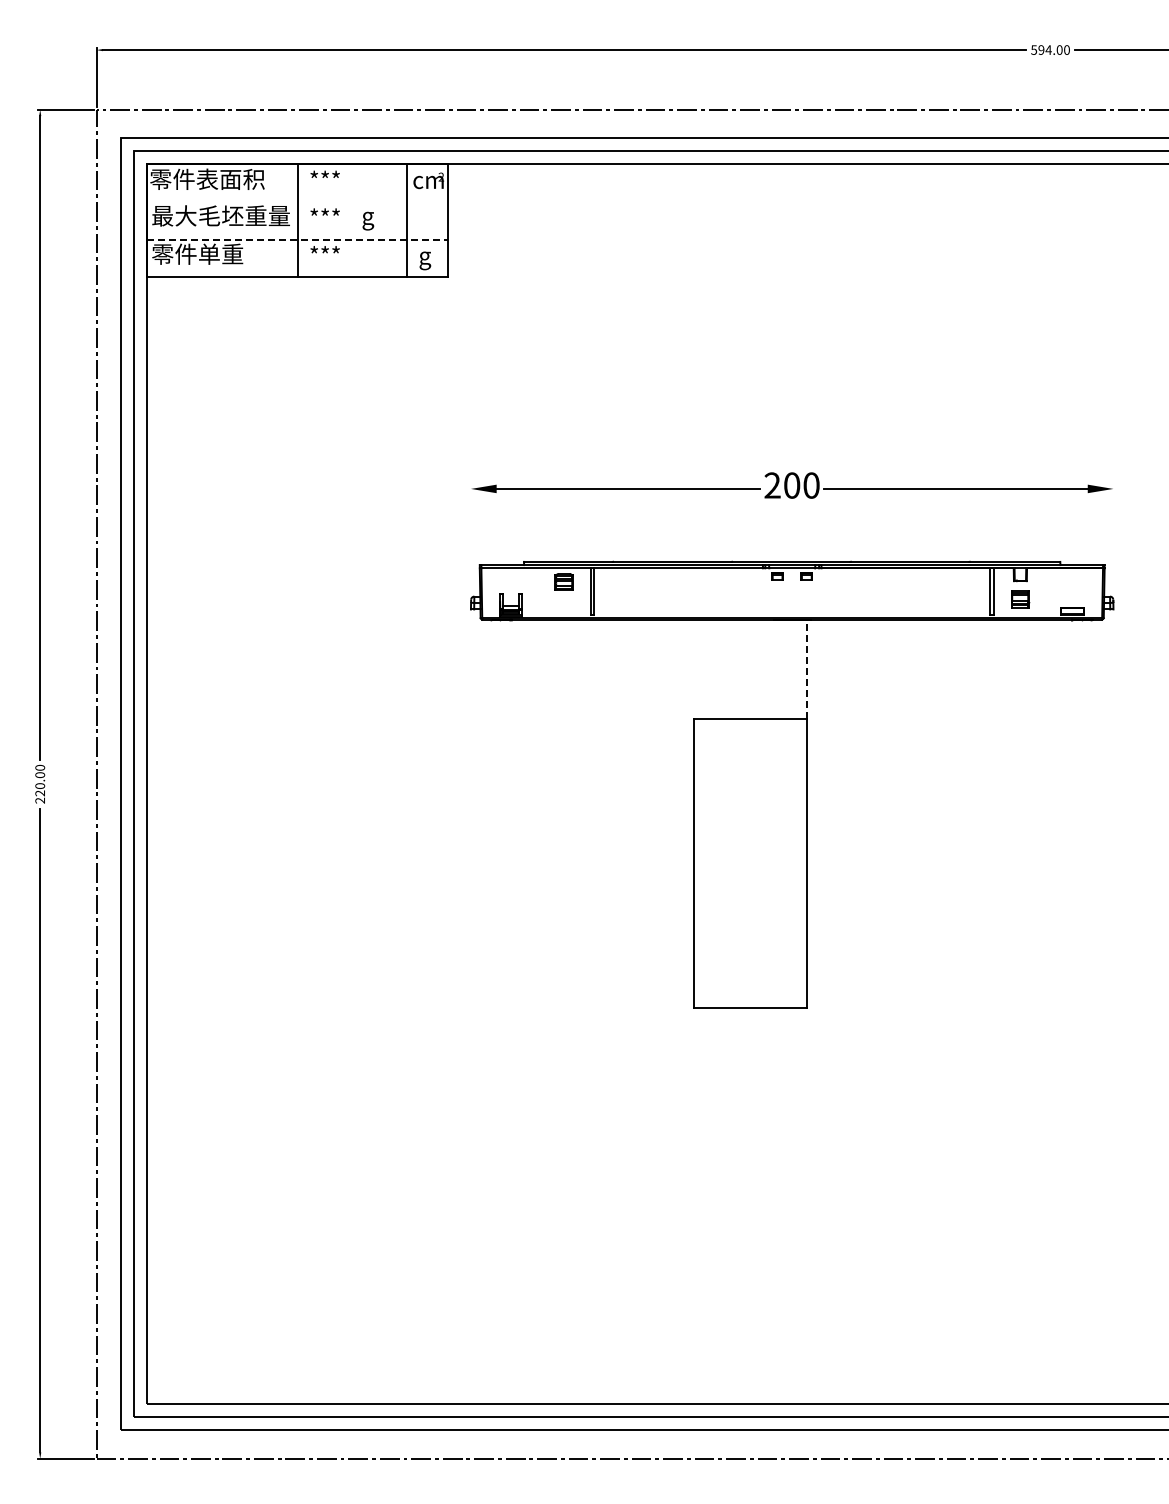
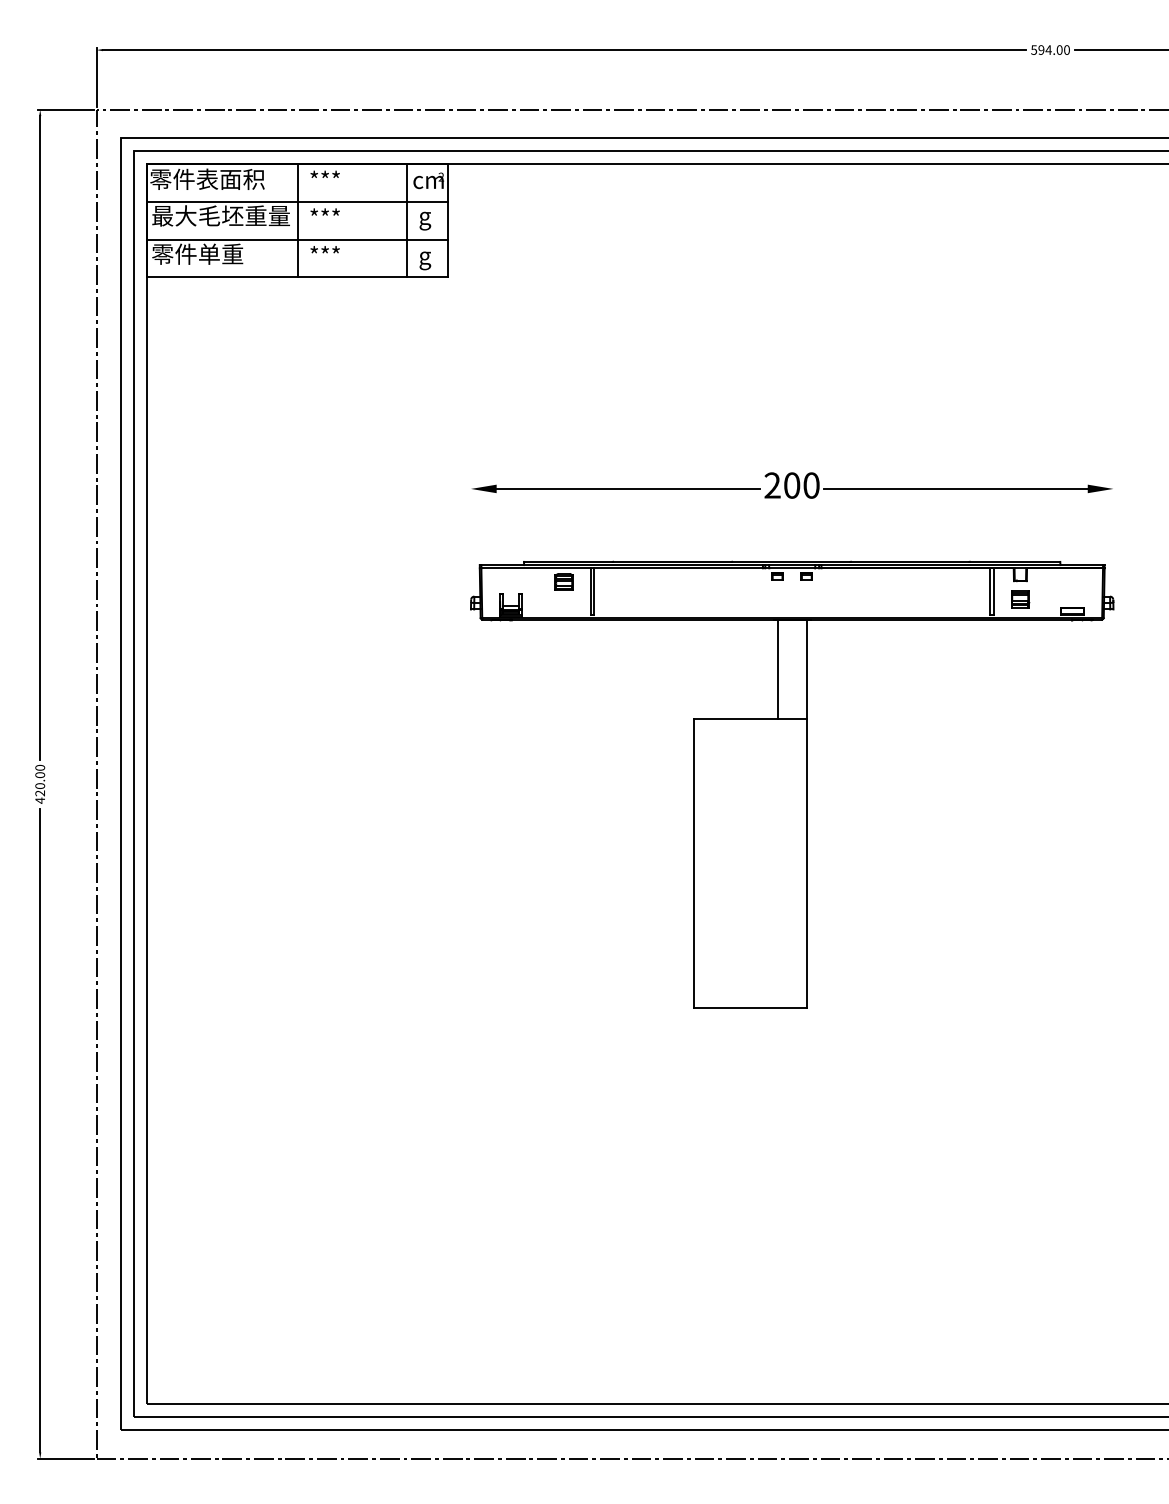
line at (297, 202): none -> present
text at (368, 220) position: (368, 220) -> (425, 220)
line at (297, 239): dashed -> solid
line at (777, 669): none -> present
line at (806, 669): dashed -> solid
text at (39, 800): 220.00 -> 420.00
